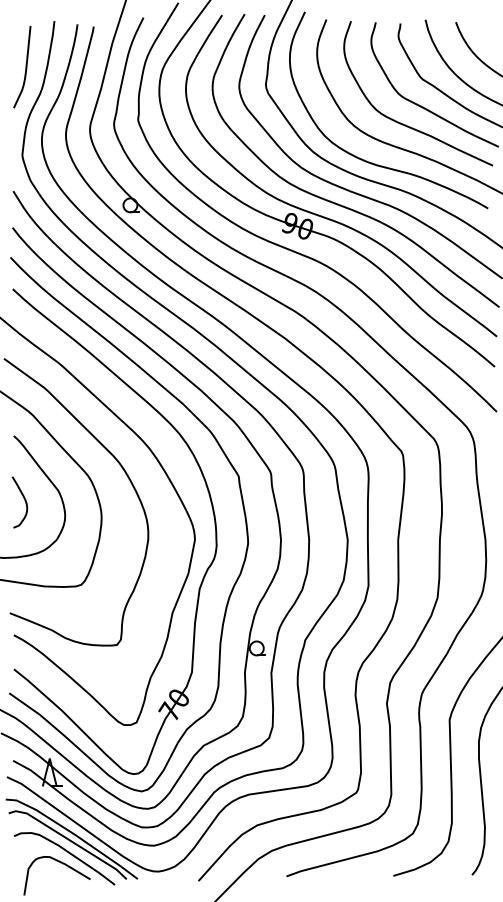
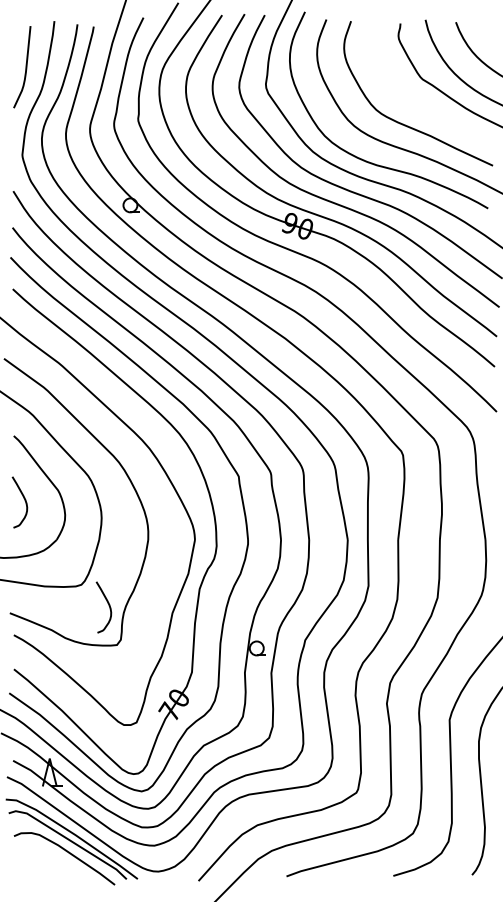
curve at (423, 106): present -> none
curve at (108, 605): none -> present
curve at (62, 864): present -> none
